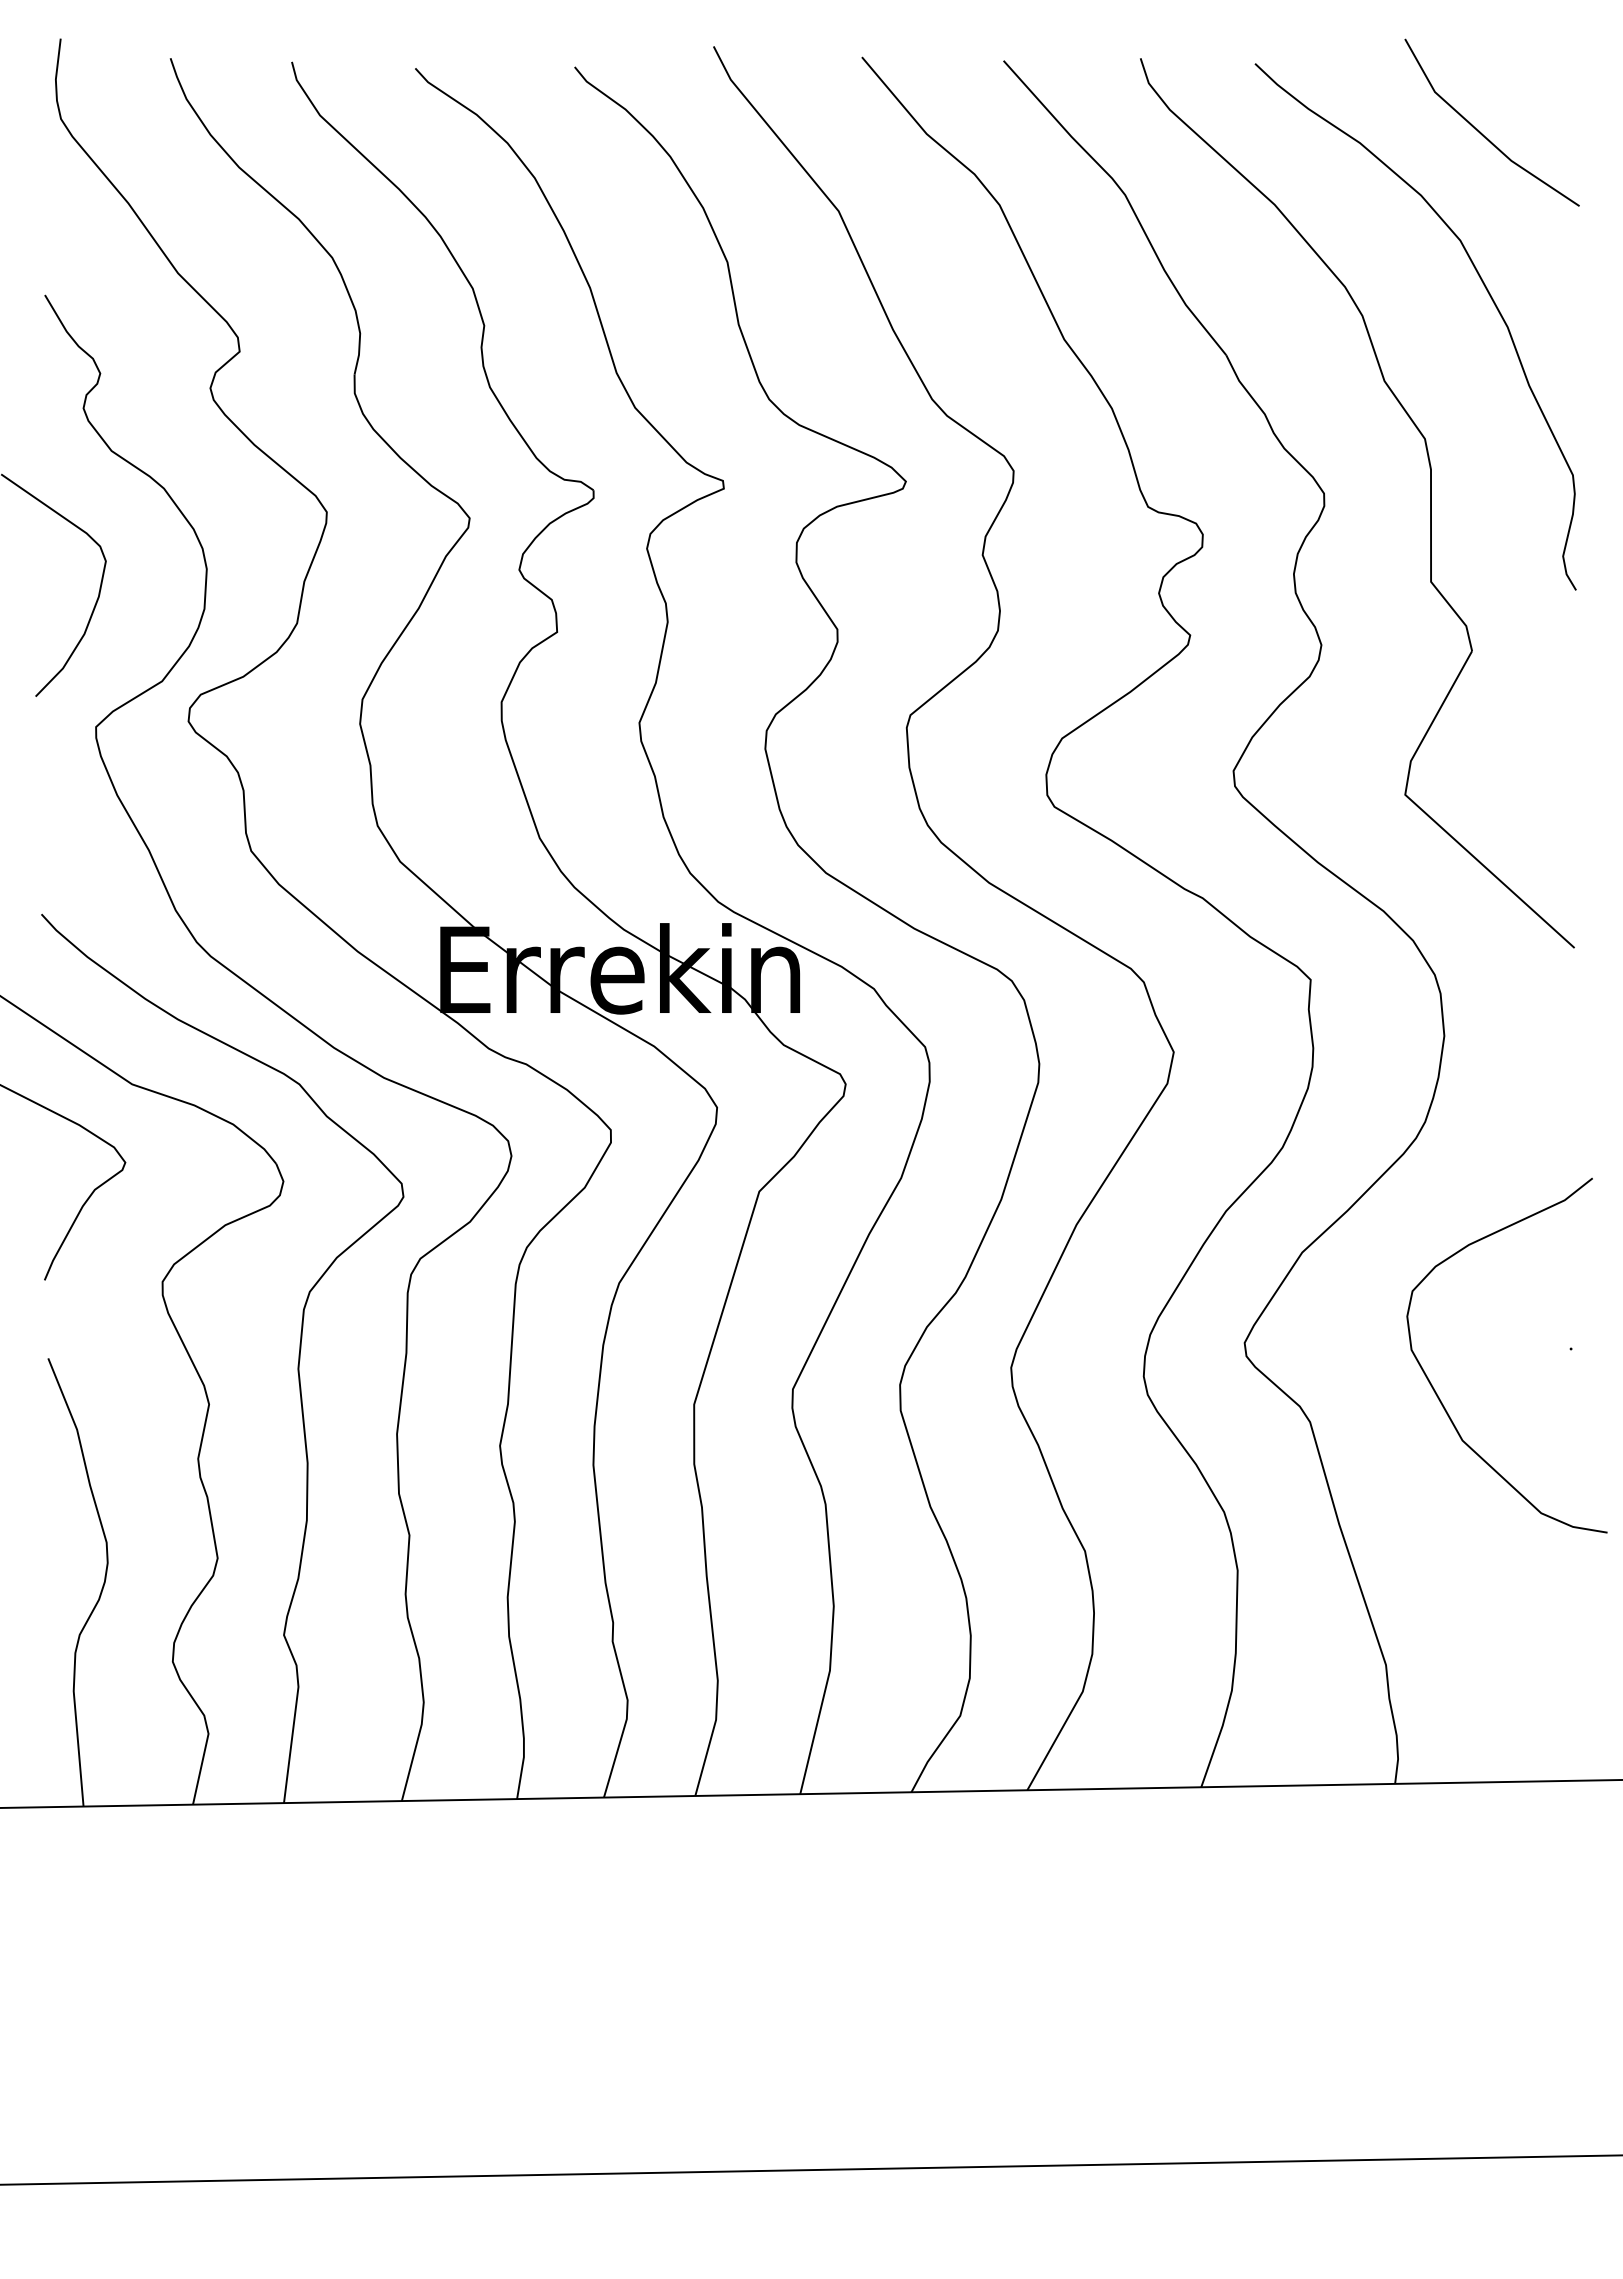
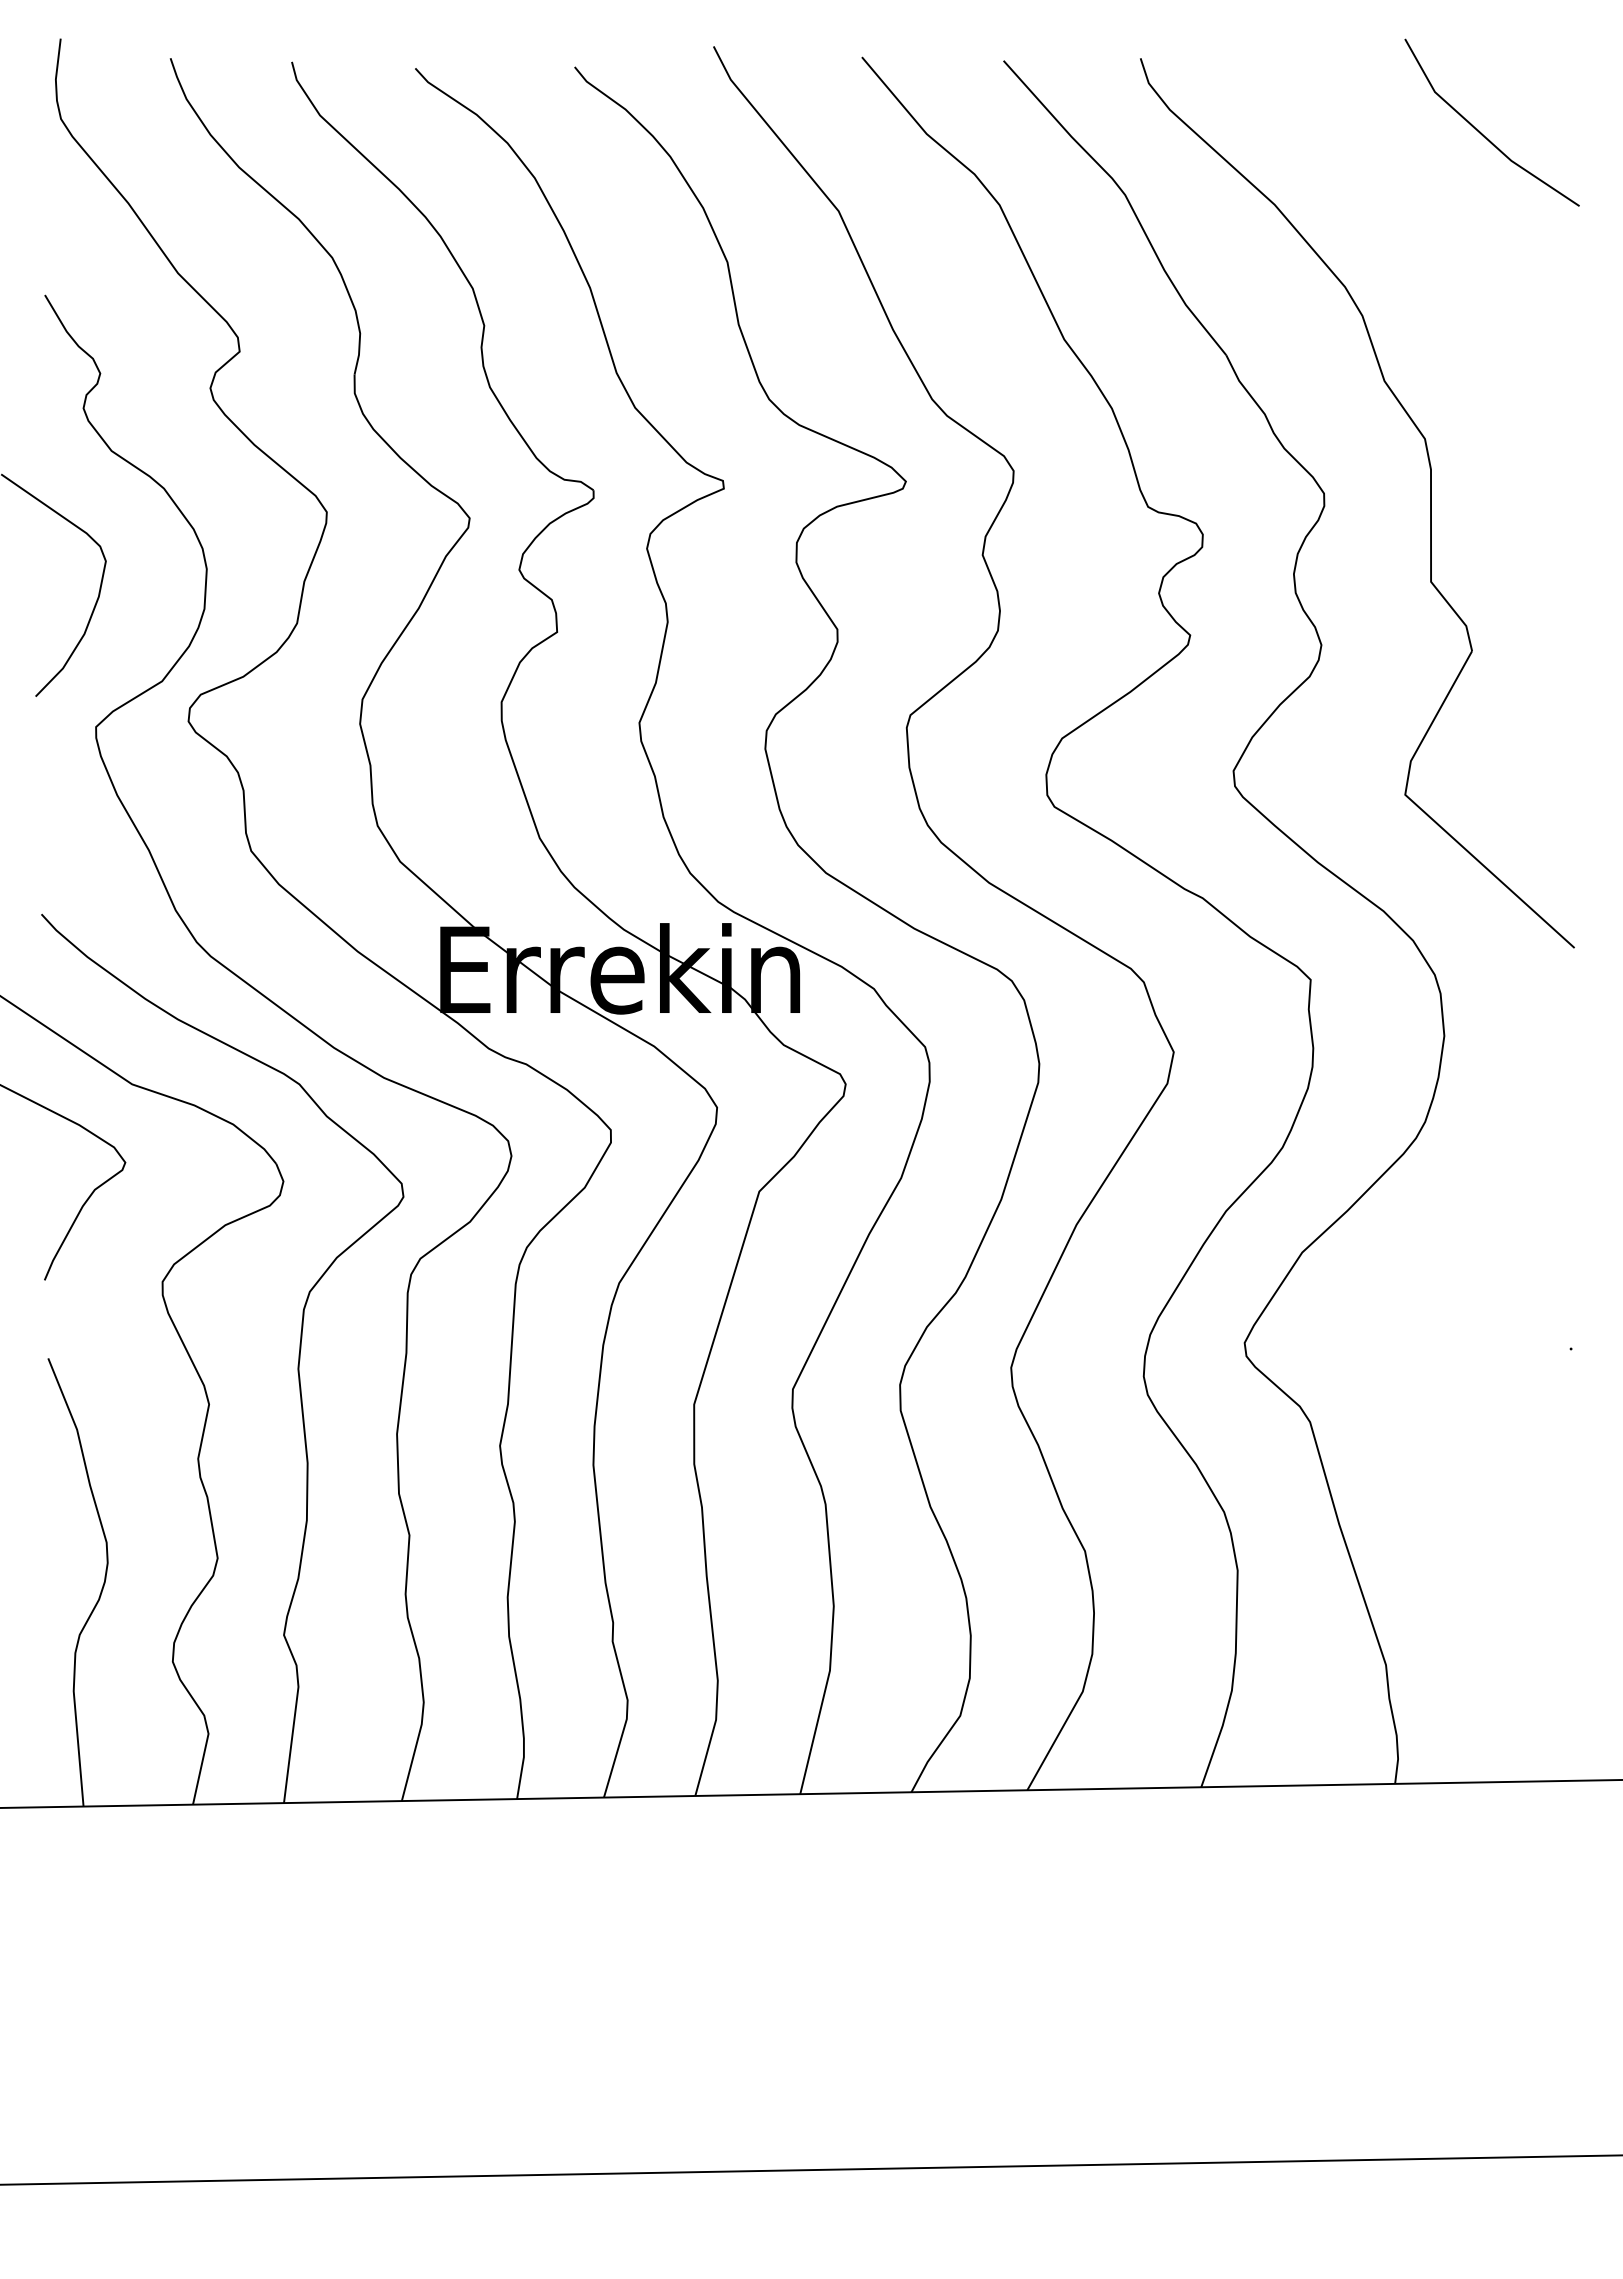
curve at (1484, 287): present -> none
curve at (1437, 1393): present -> none
